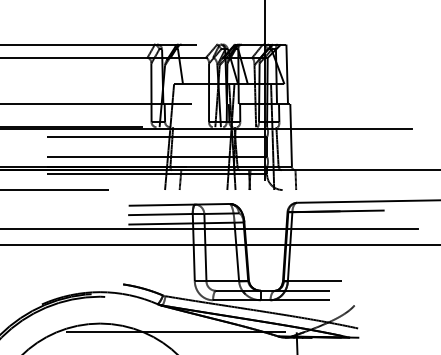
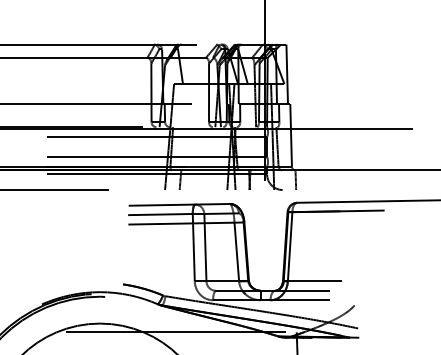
line at (209, 229): present -> none
line at (219, 244): present -> none
